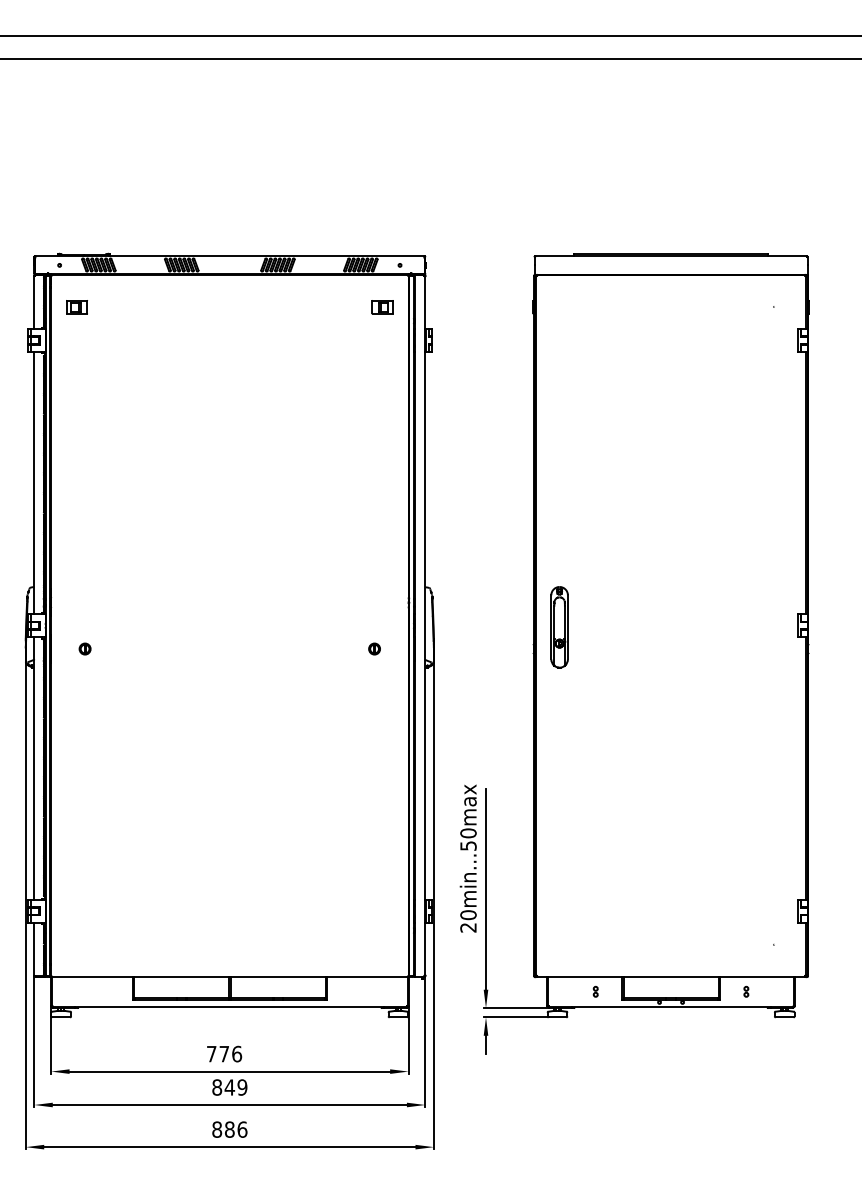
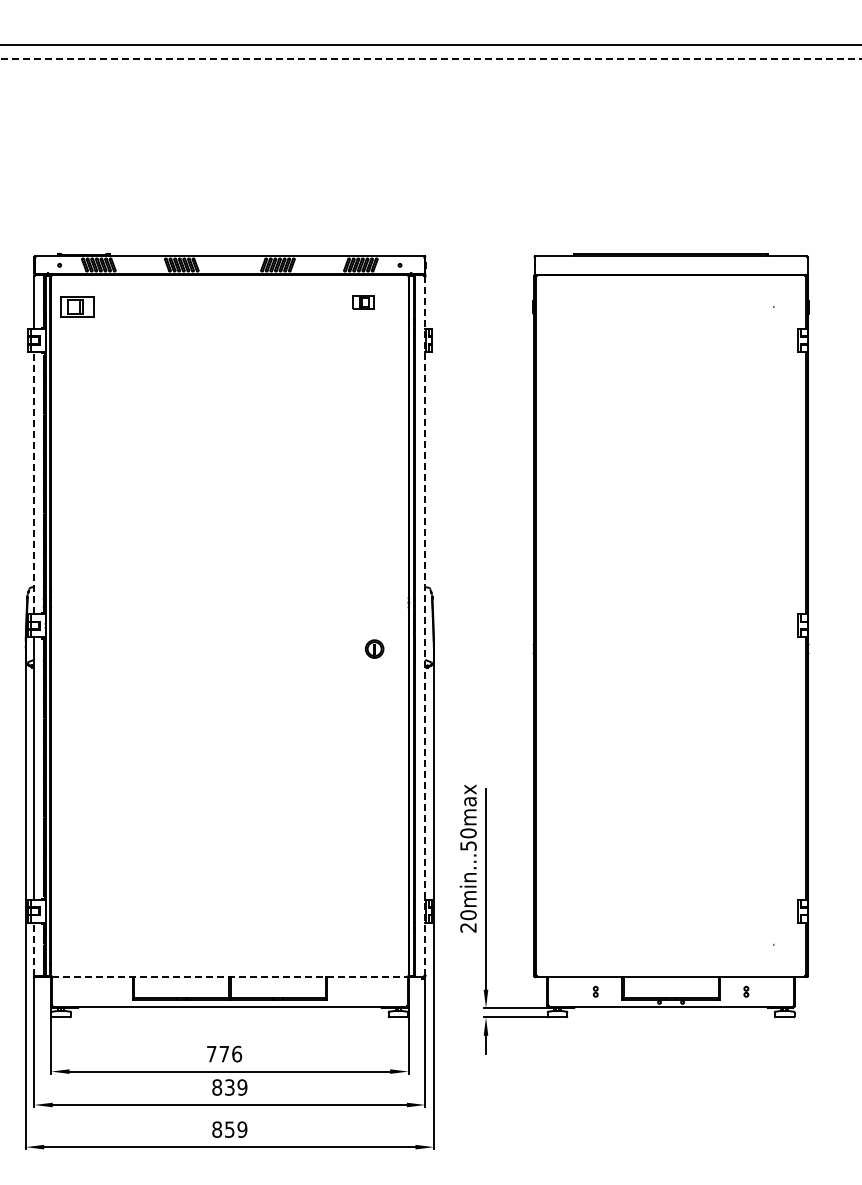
line at (430, 35) position: (430, 35) -> (430, 44)
line at (431, 58): solid -> dashed
part at (76, 307) size: 22x15 px -> 35x23 px
part at (382, 307) position: (382, 307) -> (363, 302)
line at (34, 482): solid -> dashed
line at (425, 625): solid -> dashed
part at (559, 627): present -> none
part at (84, 648): present -> none
part at (374, 648) size: 13x14 px -> 20x20 px
line at (34, 949): solid -> dashed
line at (229, 977): solid -> dashed
text at (229, 1087): 849 -> 839
text at (236, 1129): 886 -> 859
